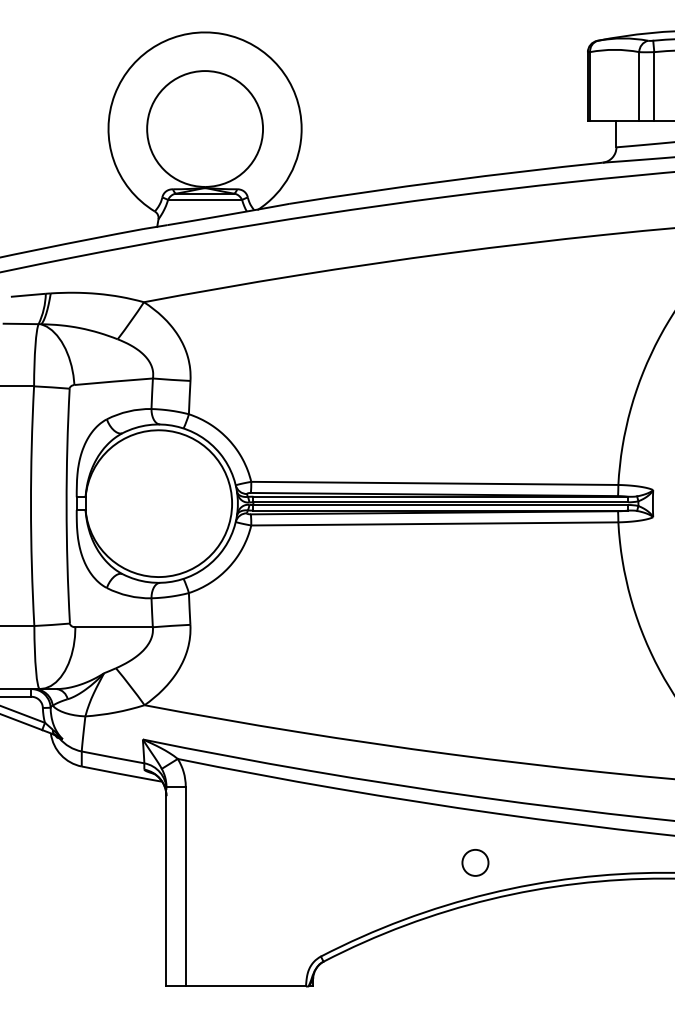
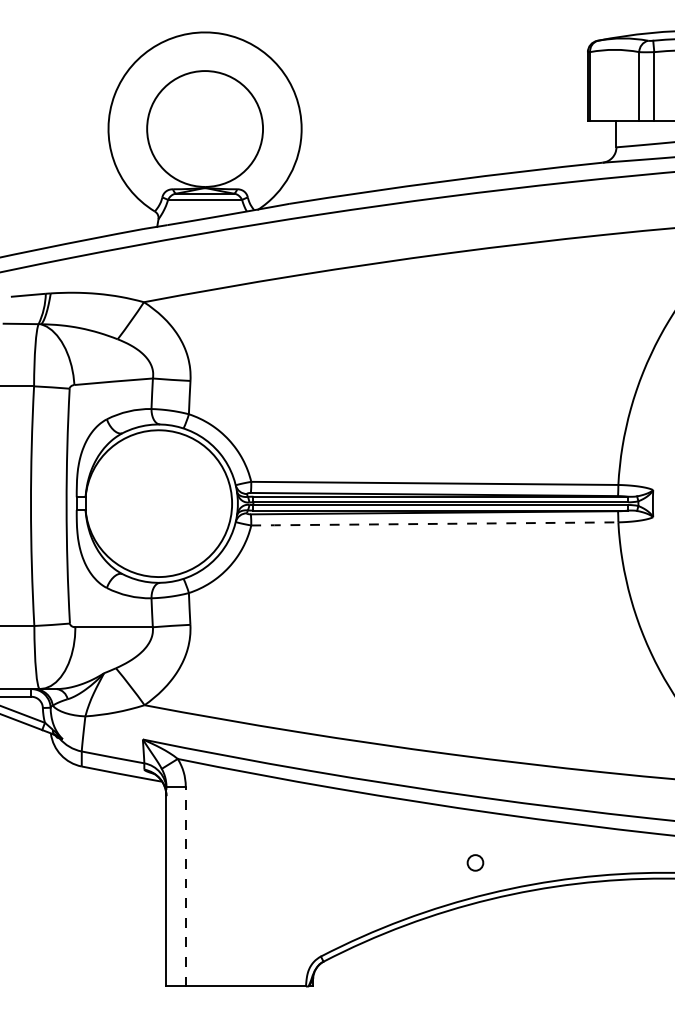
line at (433, 523): solid -> dashed
circle at (475, 862) size: 29x28 px -> 19x18 px
line at (185, 886): solid -> dashed
